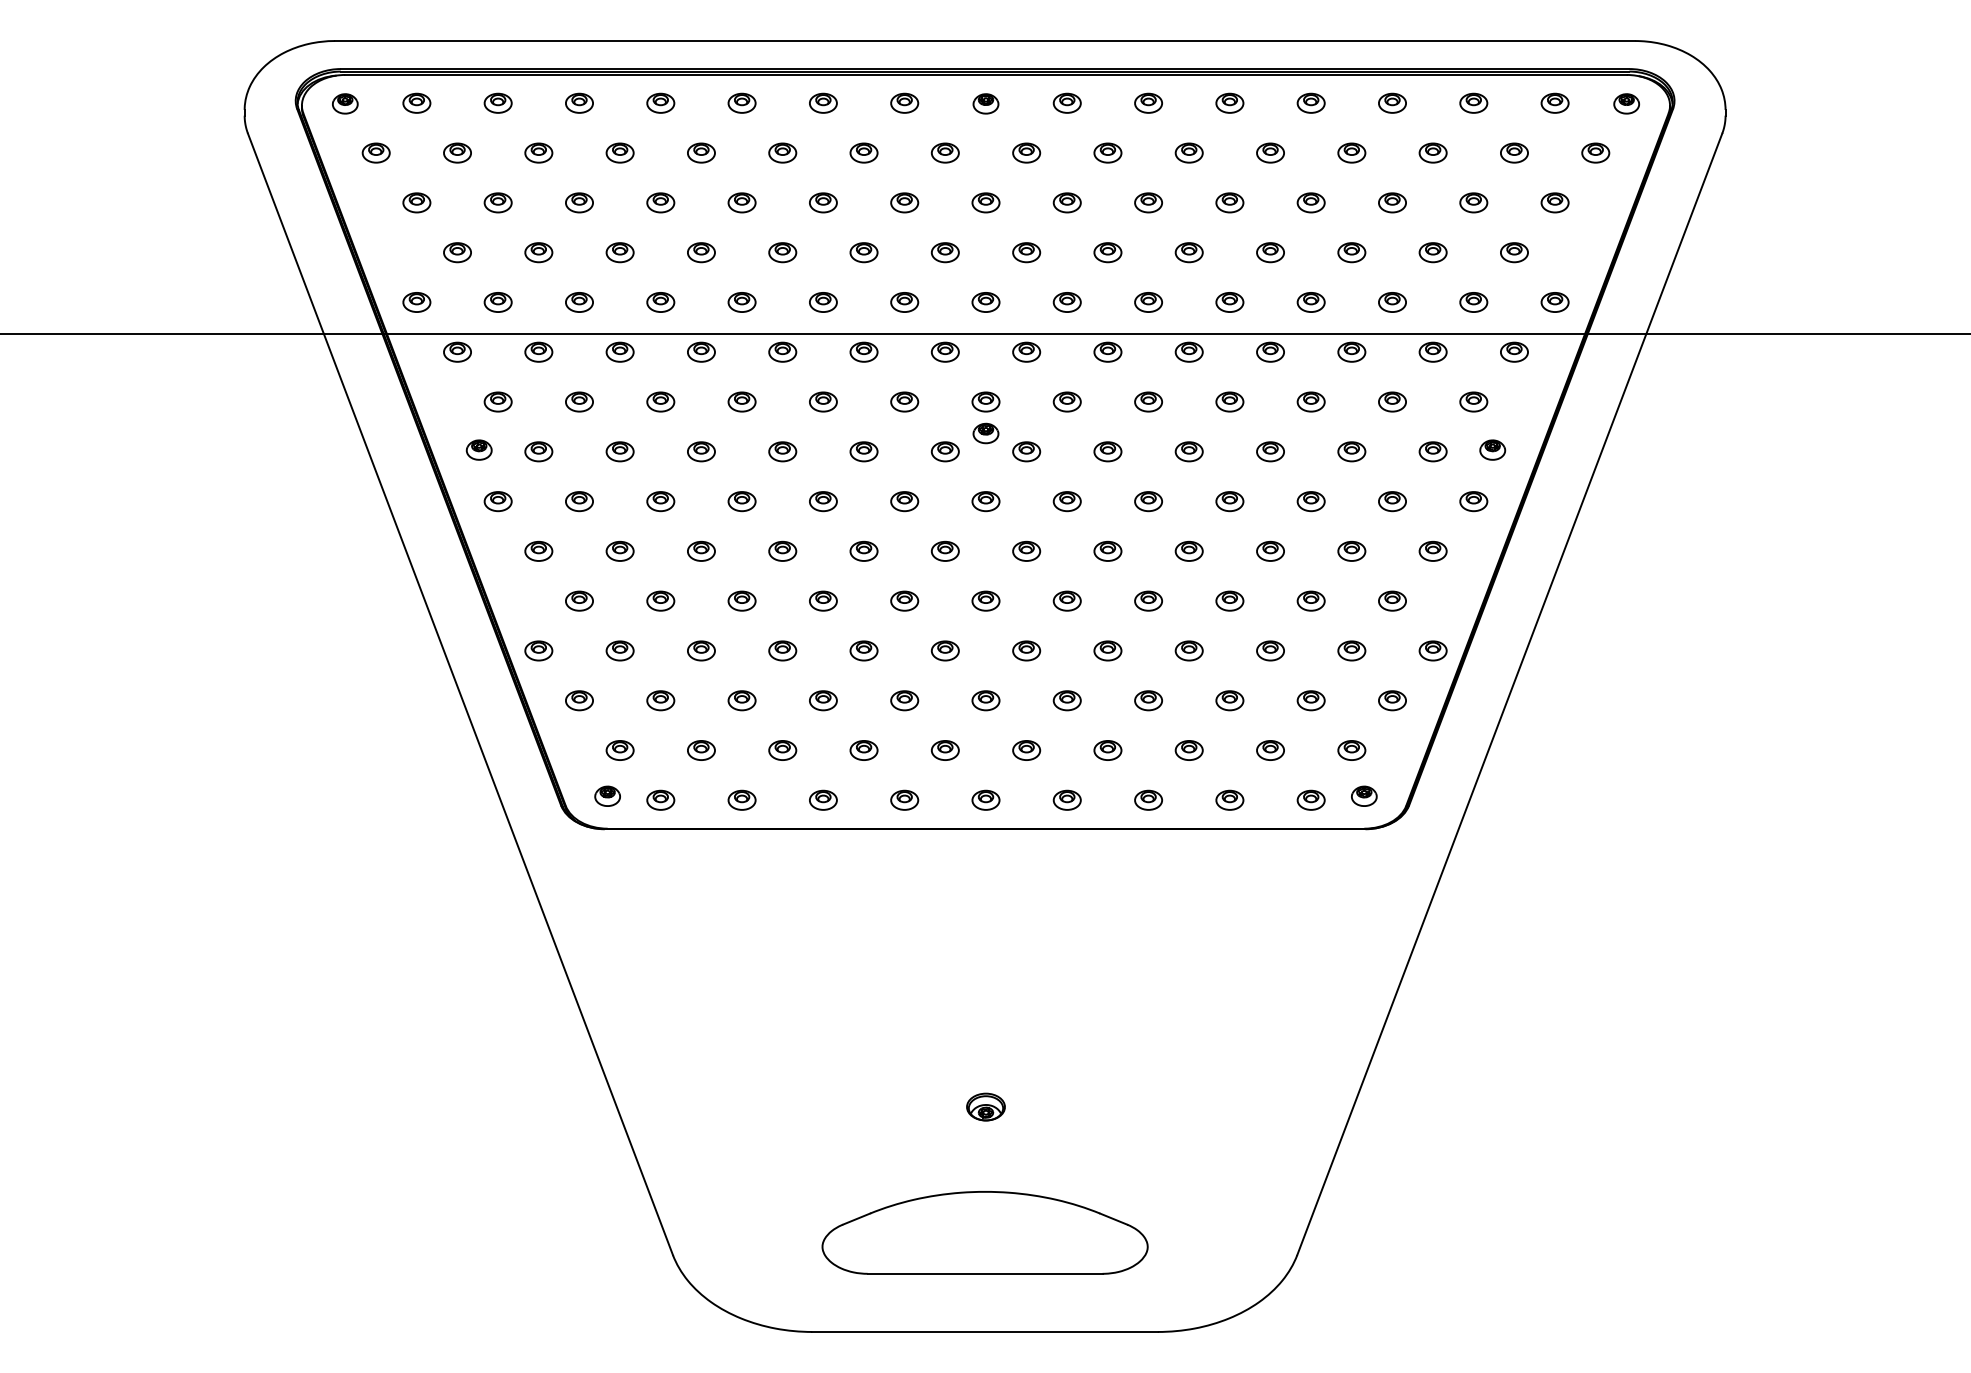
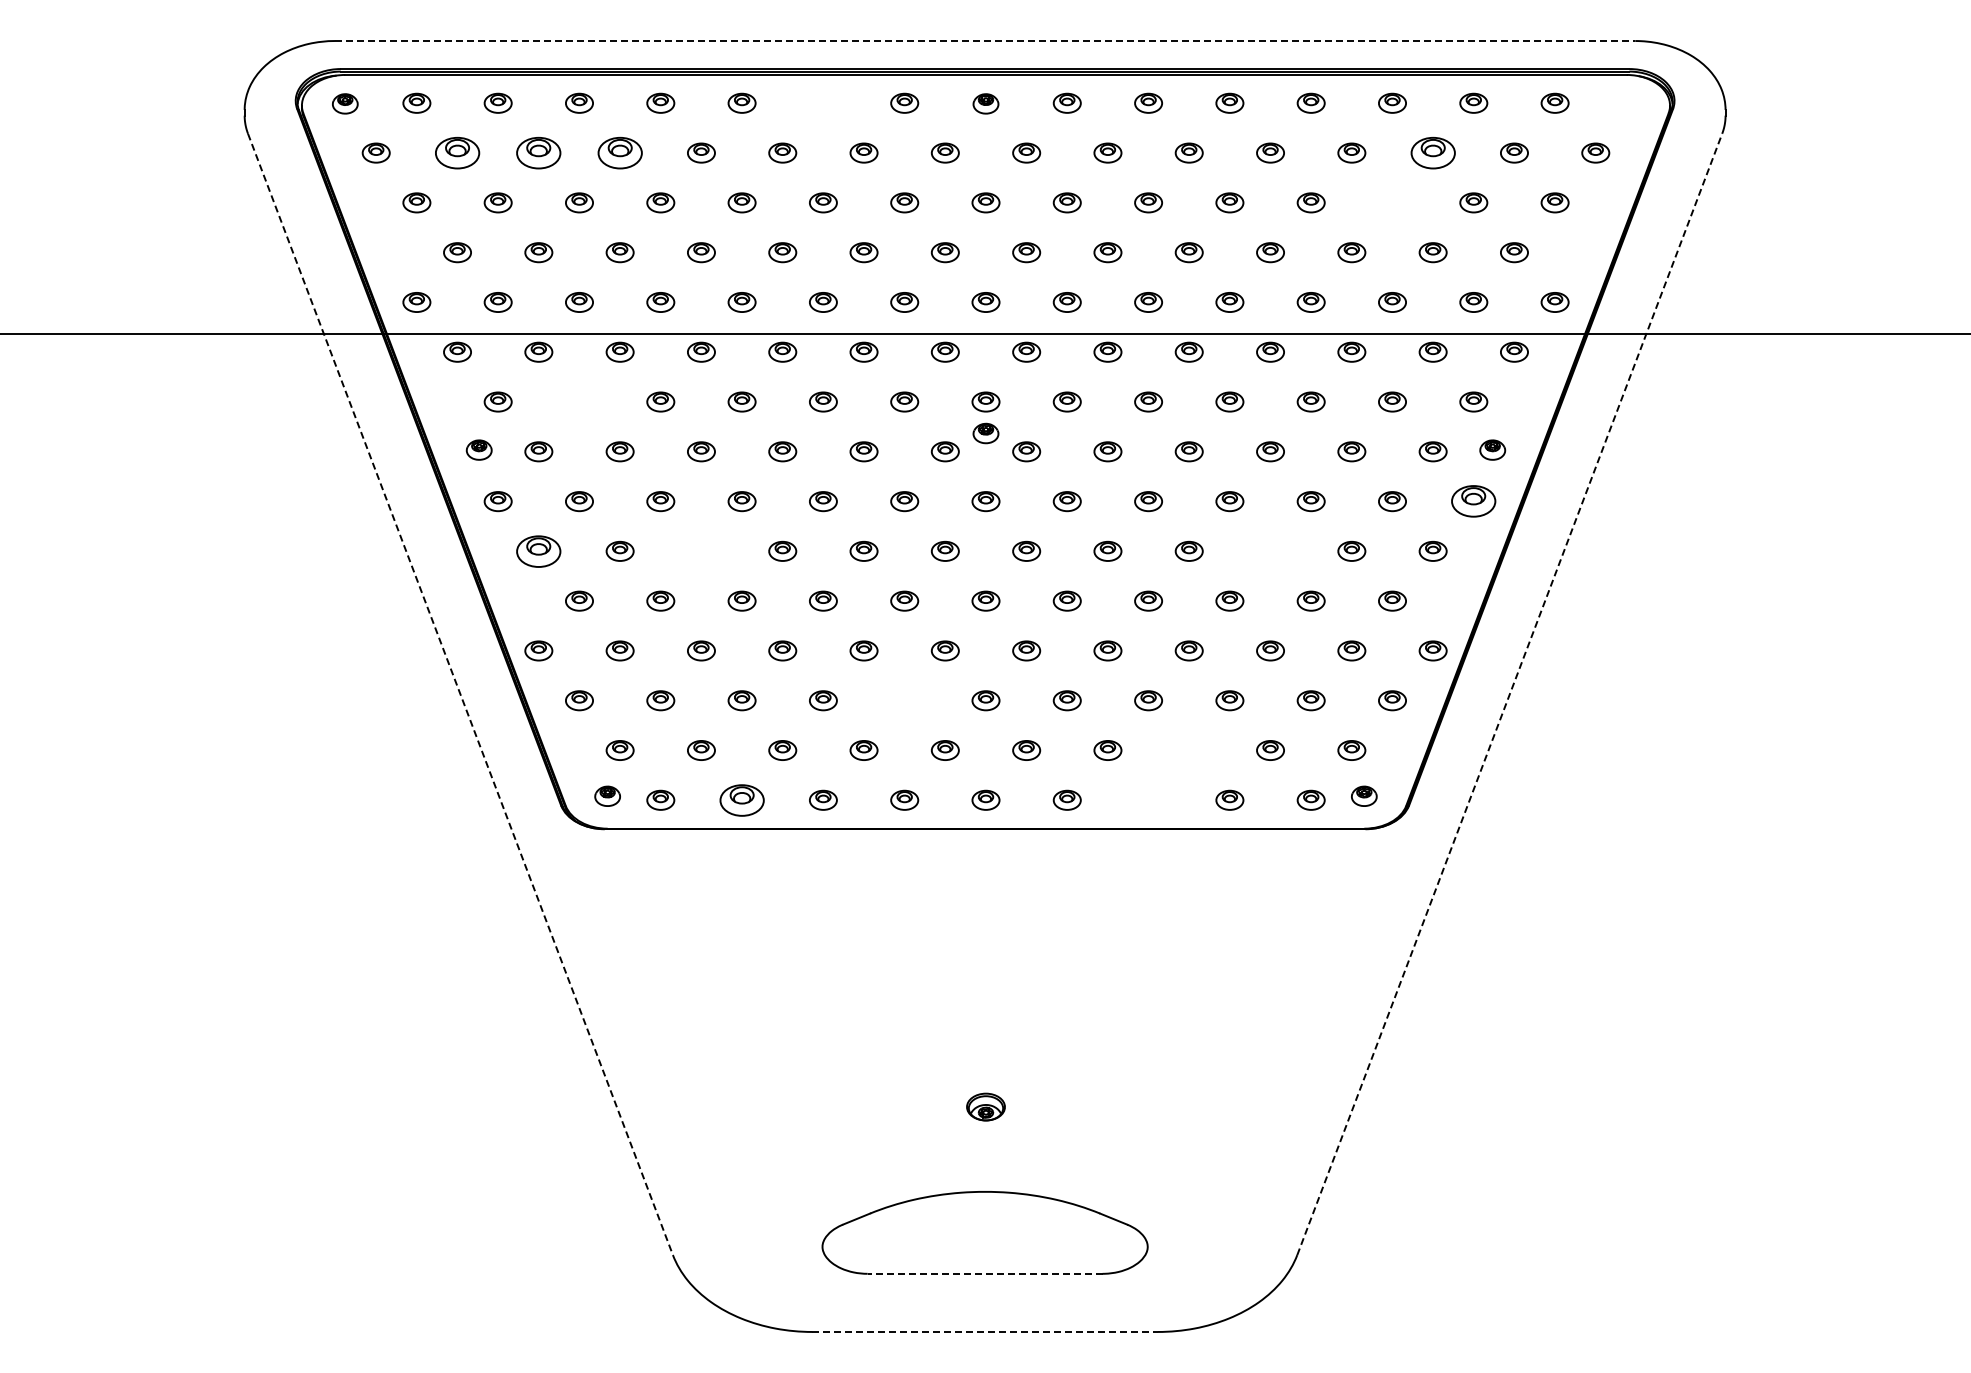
line at (985, 41): solid -> dashed
part at (823, 102): present -> none
part at (1626, 103): present -> none
part at (457, 152) size: 29x22 px -> 46x34 px
part at (538, 152) size: 30x22 px -> 46x34 px
part at (619, 152) size: 30x22 px -> 46x34 px
part at (1432, 152) size: 30x22 px -> 46x34 px
part at (1392, 202): present -> none
part at (579, 401): present -> none
part at (1473, 501) size: 30x22 px -> 46x33 px
part at (538, 550) size: 30x22 px -> 46x33 px
part at (701, 550): present -> none
part at (1270, 550): present -> none
line at (460, 694): solid -> dashed
line at (1509, 694): solid -> dashed
part at (904, 700): present -> none
part at (1188, 750): present -> none
part at (741, 799) size: 30x22 px -> 46x33 px
part at (1148, 799): present -> none
line at (984, 1273): solid -> dashed
line at (985, 1331): solid -> dashed
